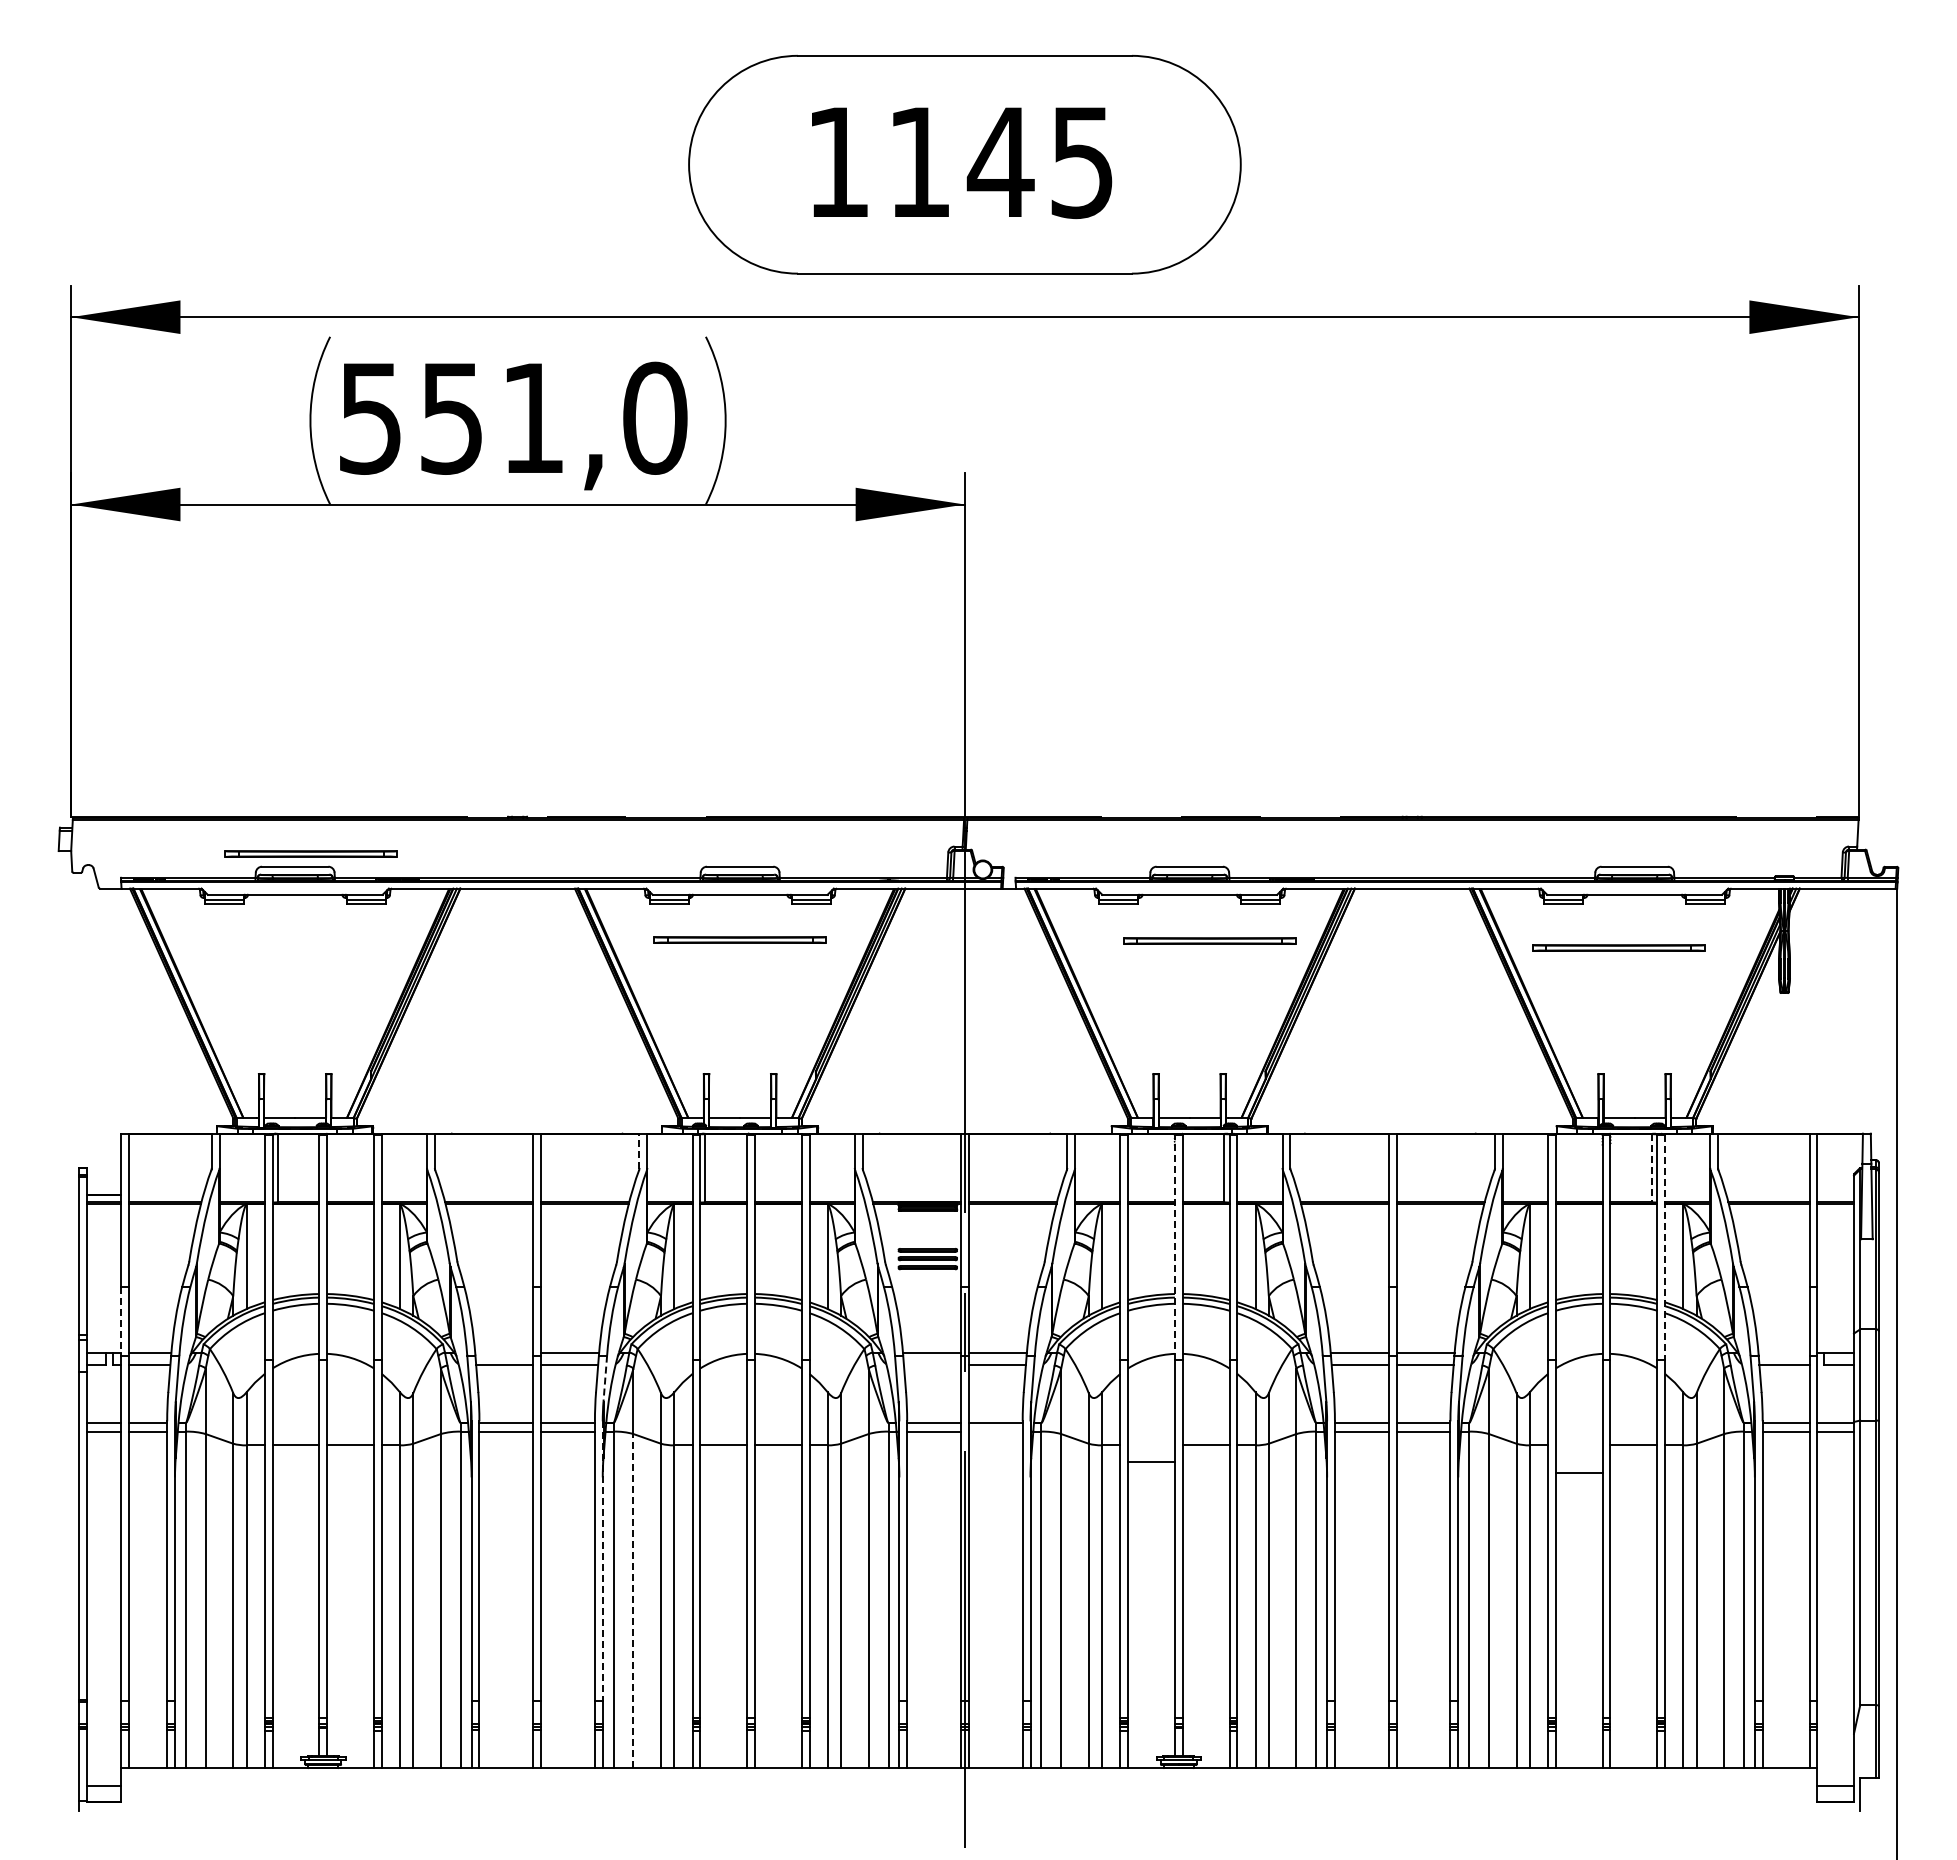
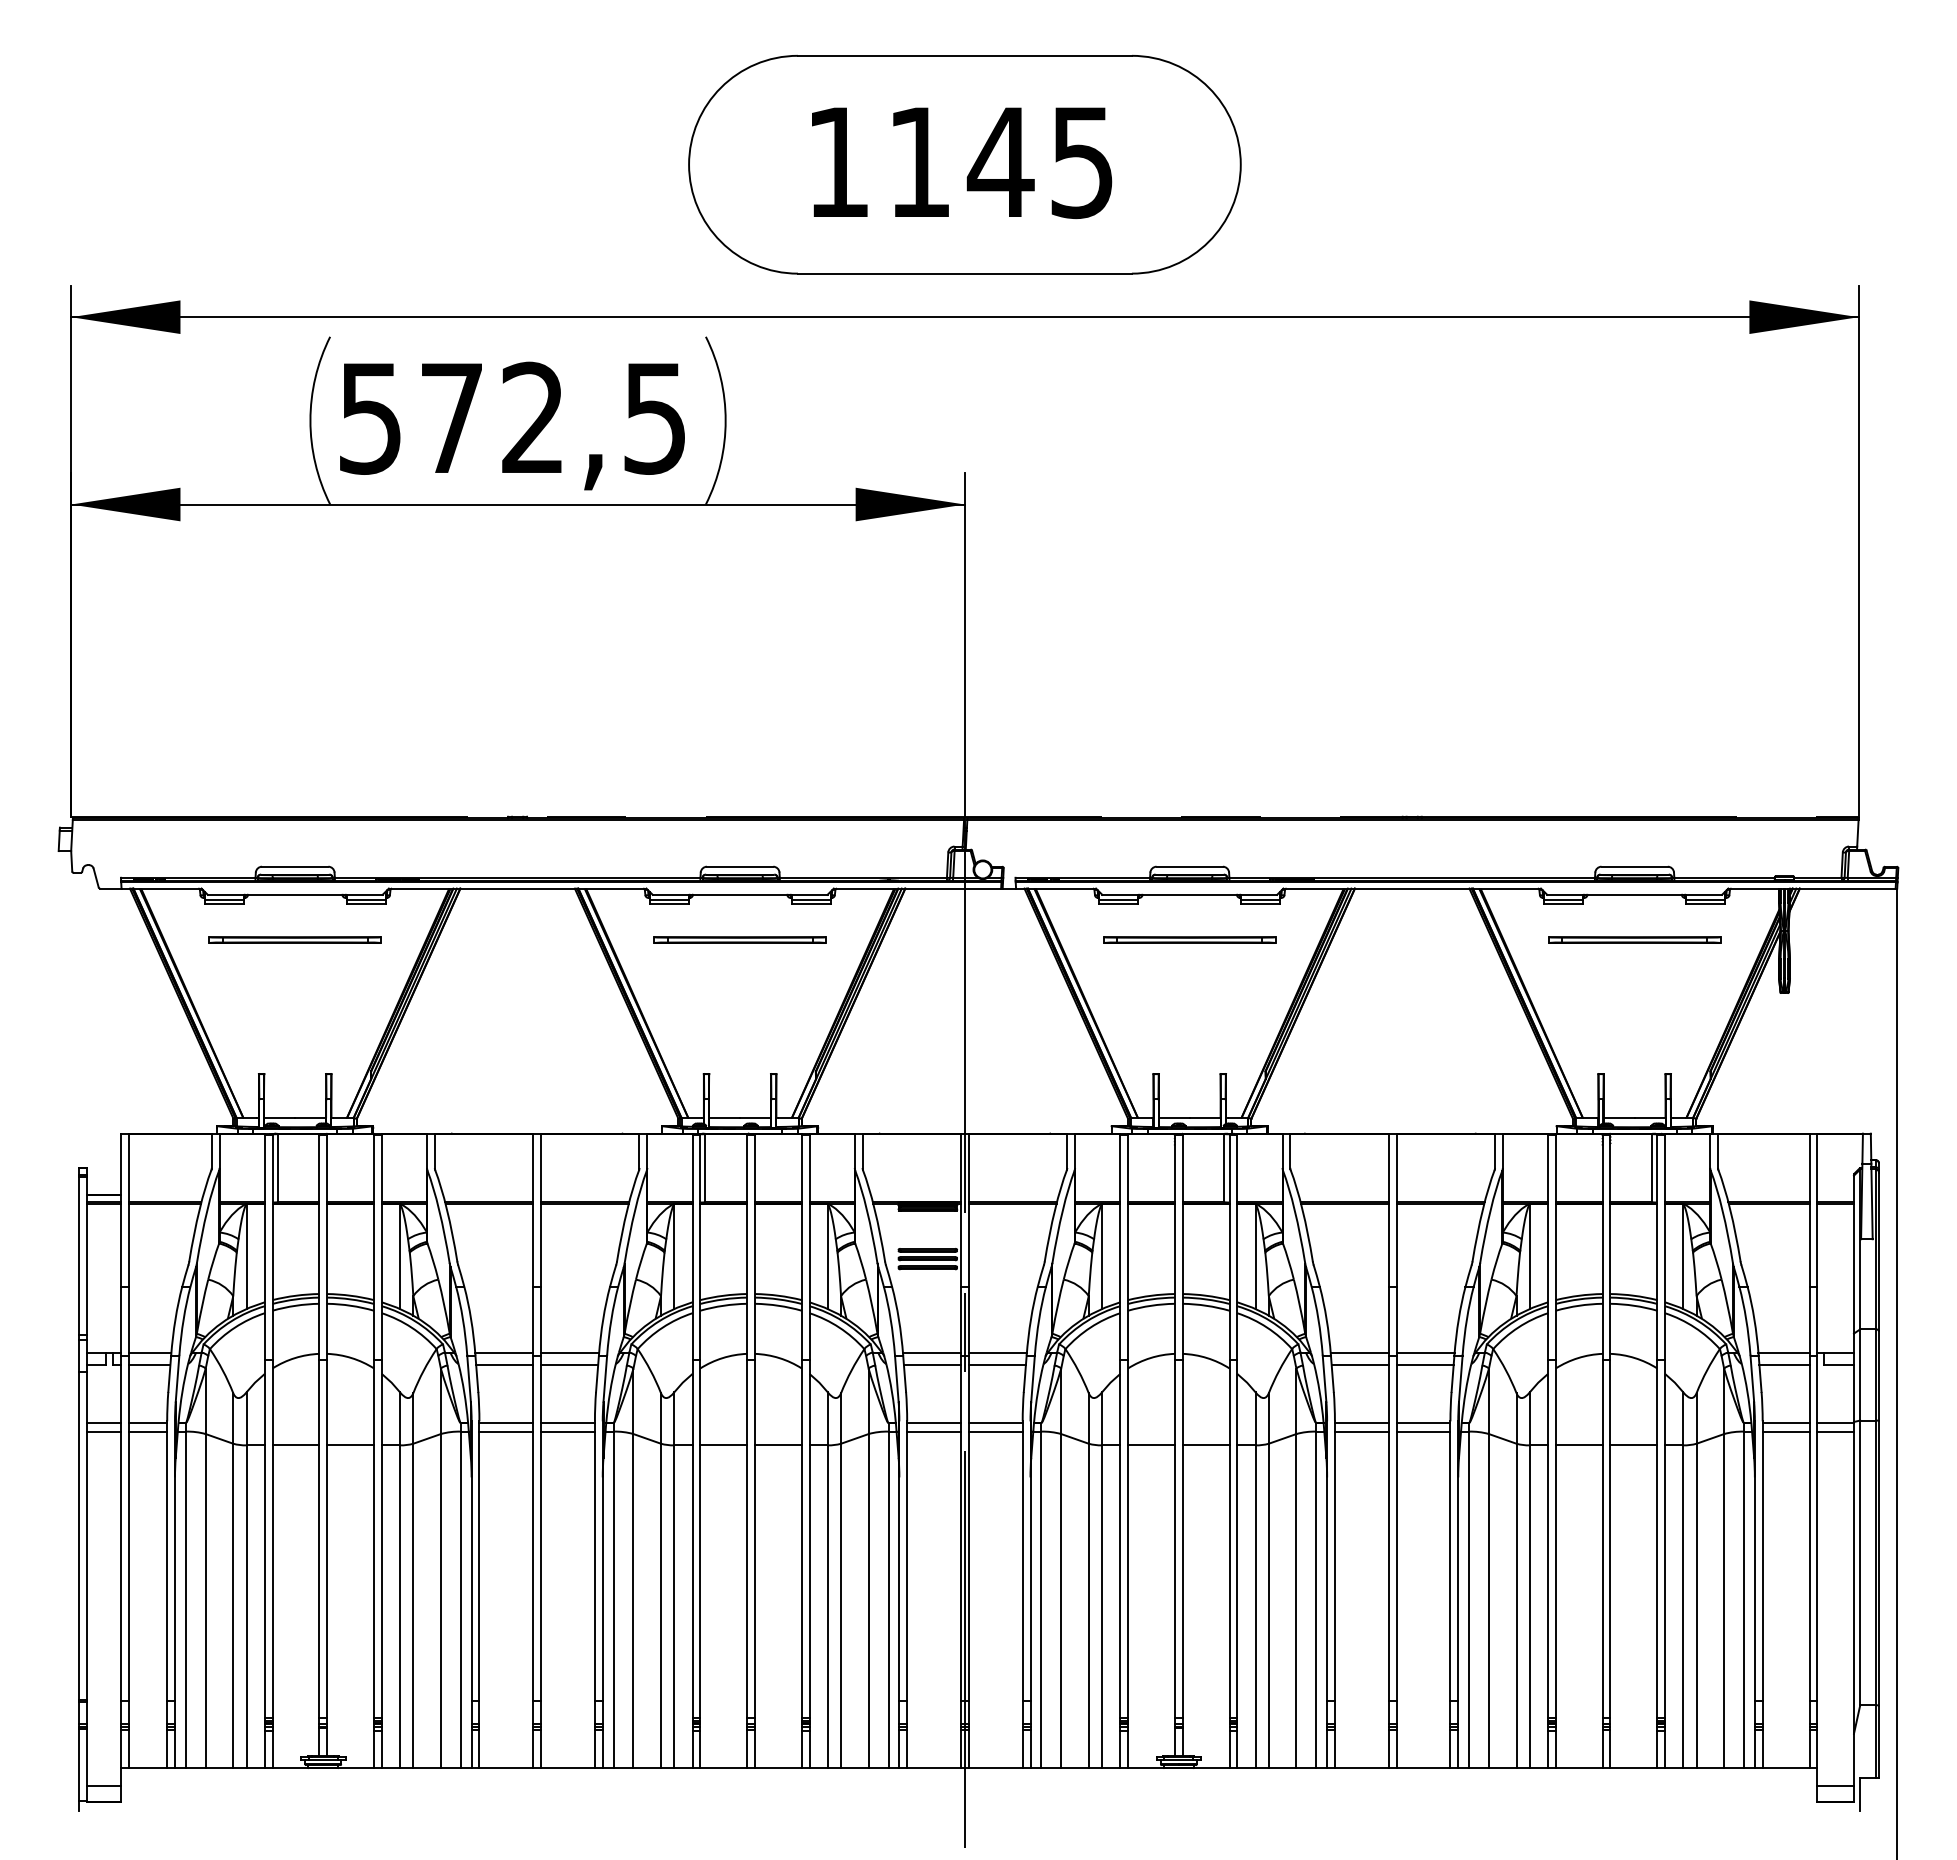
text at (554, 417): 551,0 -> 572,5
part at (310, 853) position: (310, 853) -> (294, 939)
part at (1209, 940) position: (1209, 940) -> (1189, 939)
part at (1618, 947) position: (1618, 947) -> (1634, 939)
line at (639, 1151): dashed -> solid
line at (1652, 1168): dashed -> solid
line at (1174, 1247): dashed -> solid
line at (1665, 1247): dashed -> solid
line at (121, 1321): dashed -> solid
line at (504, 1352): none -> present
line at (1783, 1352): none -> present
line at (932, 1364): none -> present
line at (605, 1379): dashed -> solid
line at (995, 1431): none -> present
line at (1151, 1462) position: (1151, 1462) -> (1151, 1445)
line at (1578, 1473) position: (1578, 1473) -> (1578, 1445)
line at (602, 1561): dashed -> solid
line at (633, 1600): dashed -> solid
